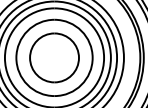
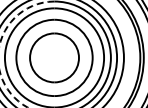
arc at (4, 31): solid -> dashed
